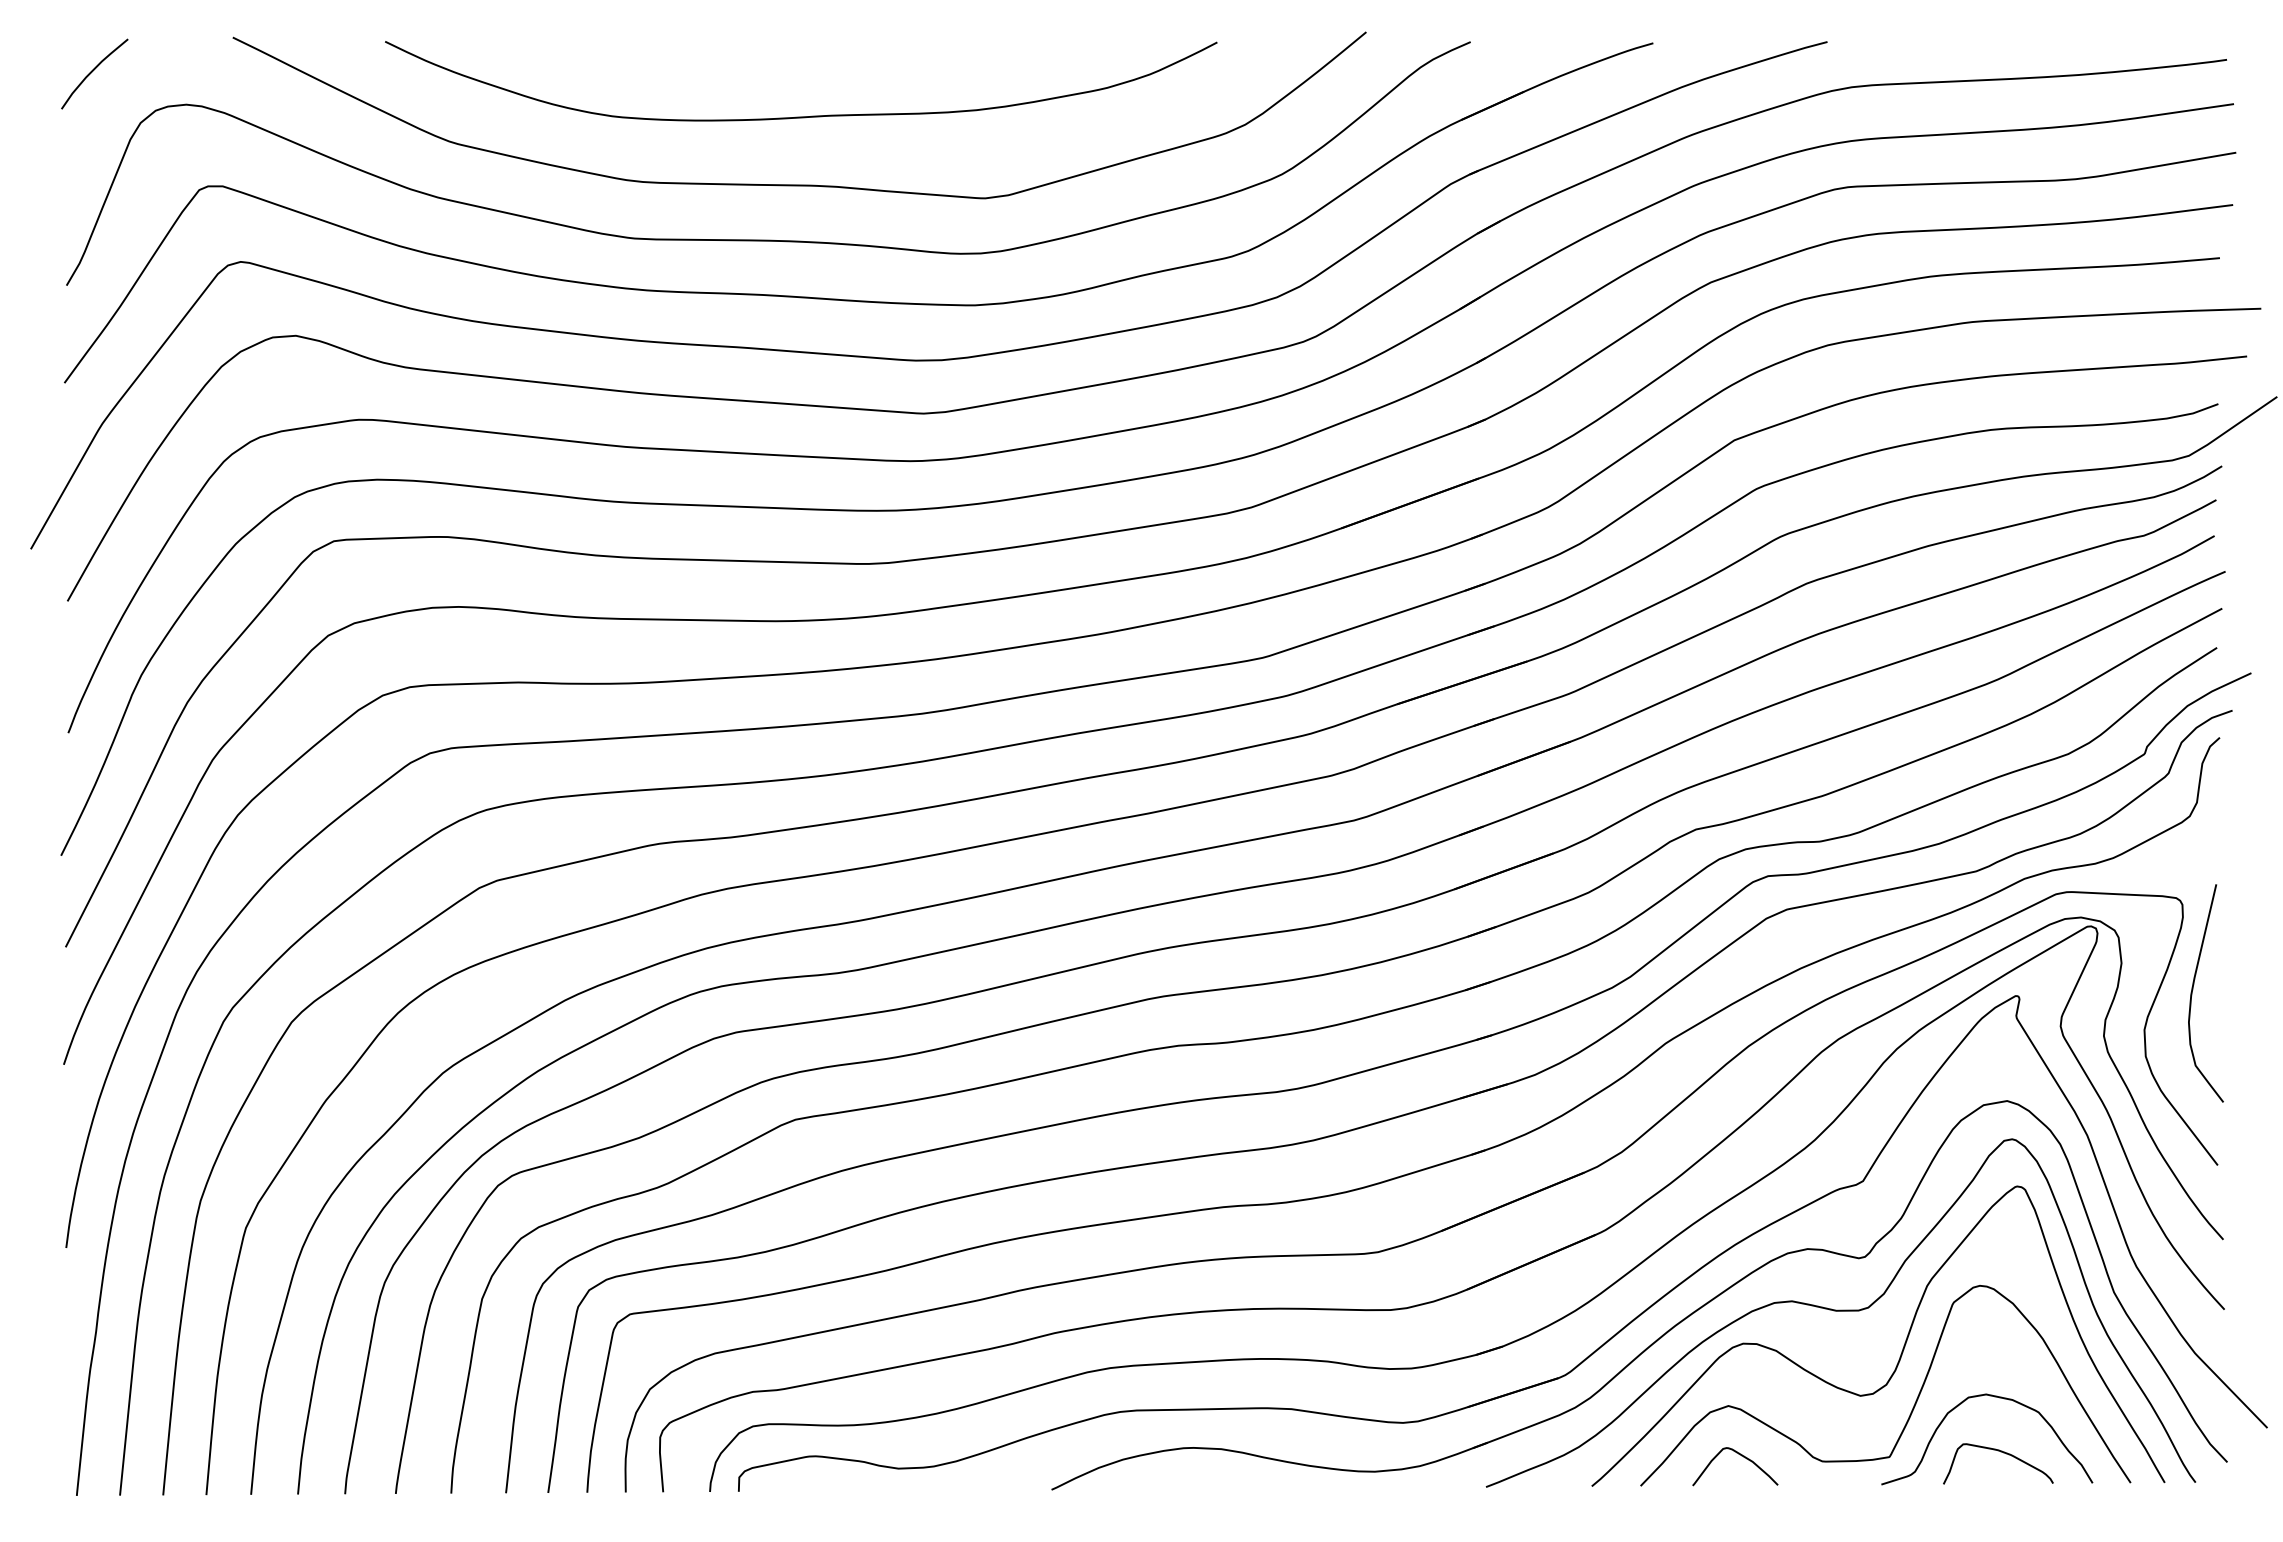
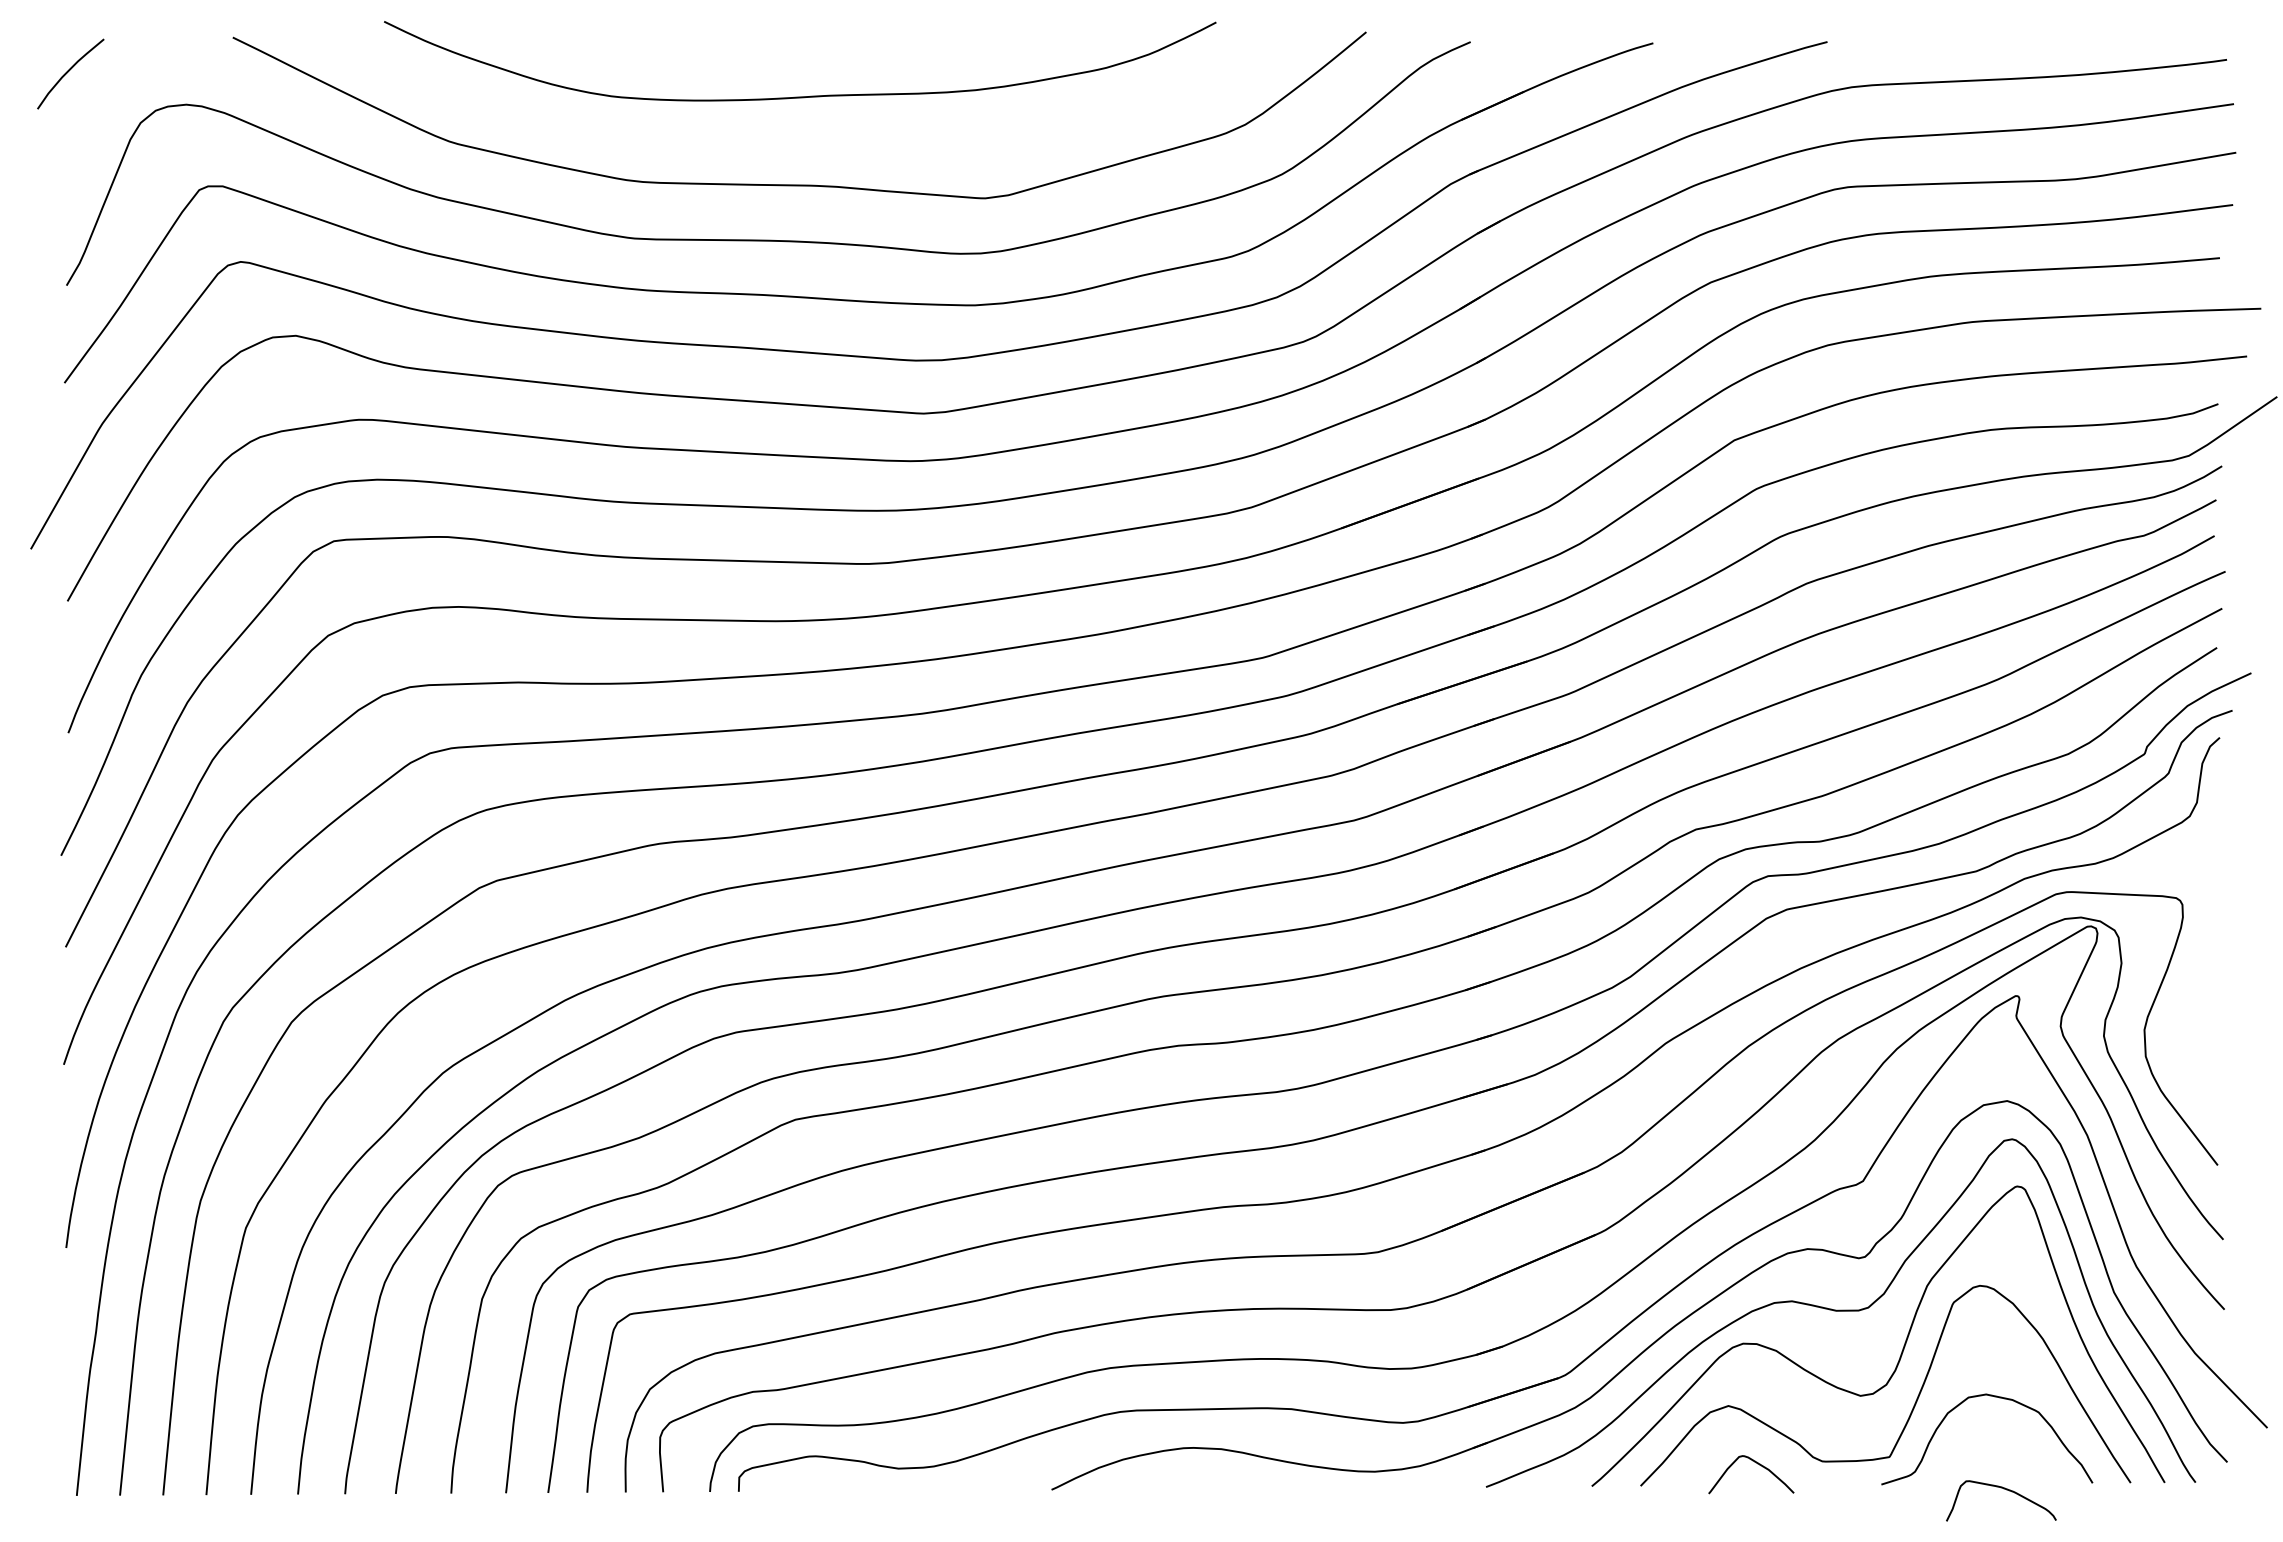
curve at (93, 71) position: (93, 71) -> (69, 71)
curve at (801, 116) position: (801, 116) -> (800, 96)
curve at (2193, 989): present -> none
curve at (2000, 1452) position: (2000, 1452) -> (2003, 1489)
curve at (1741, 1456) position: (1741, 1456) -> (1757, 1464)
